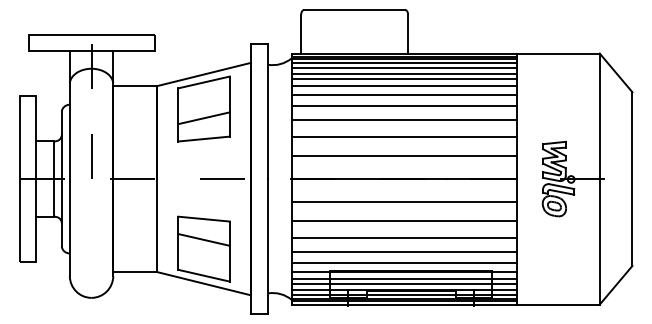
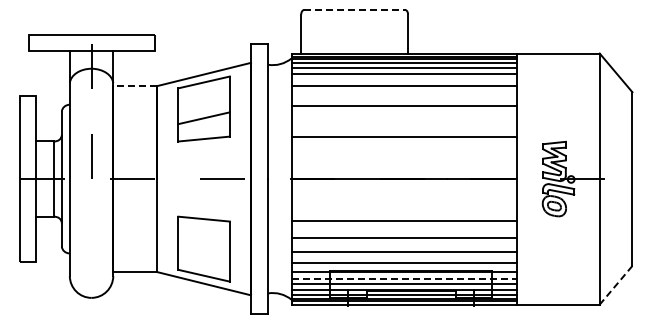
line at (355, 9): solid -> dashed
line at (404, 79): present -> none
line at (135, 86): solid -> dashed
line at (404, 95): present -> none
line at (404, 119): present -> none
line at (404, 156): present -> none
line at (404, 201): present -> none
line at (203, 239): present -> none
line at (404, 278): solid -> dashed
line at (615, 285): solid -> dashed
